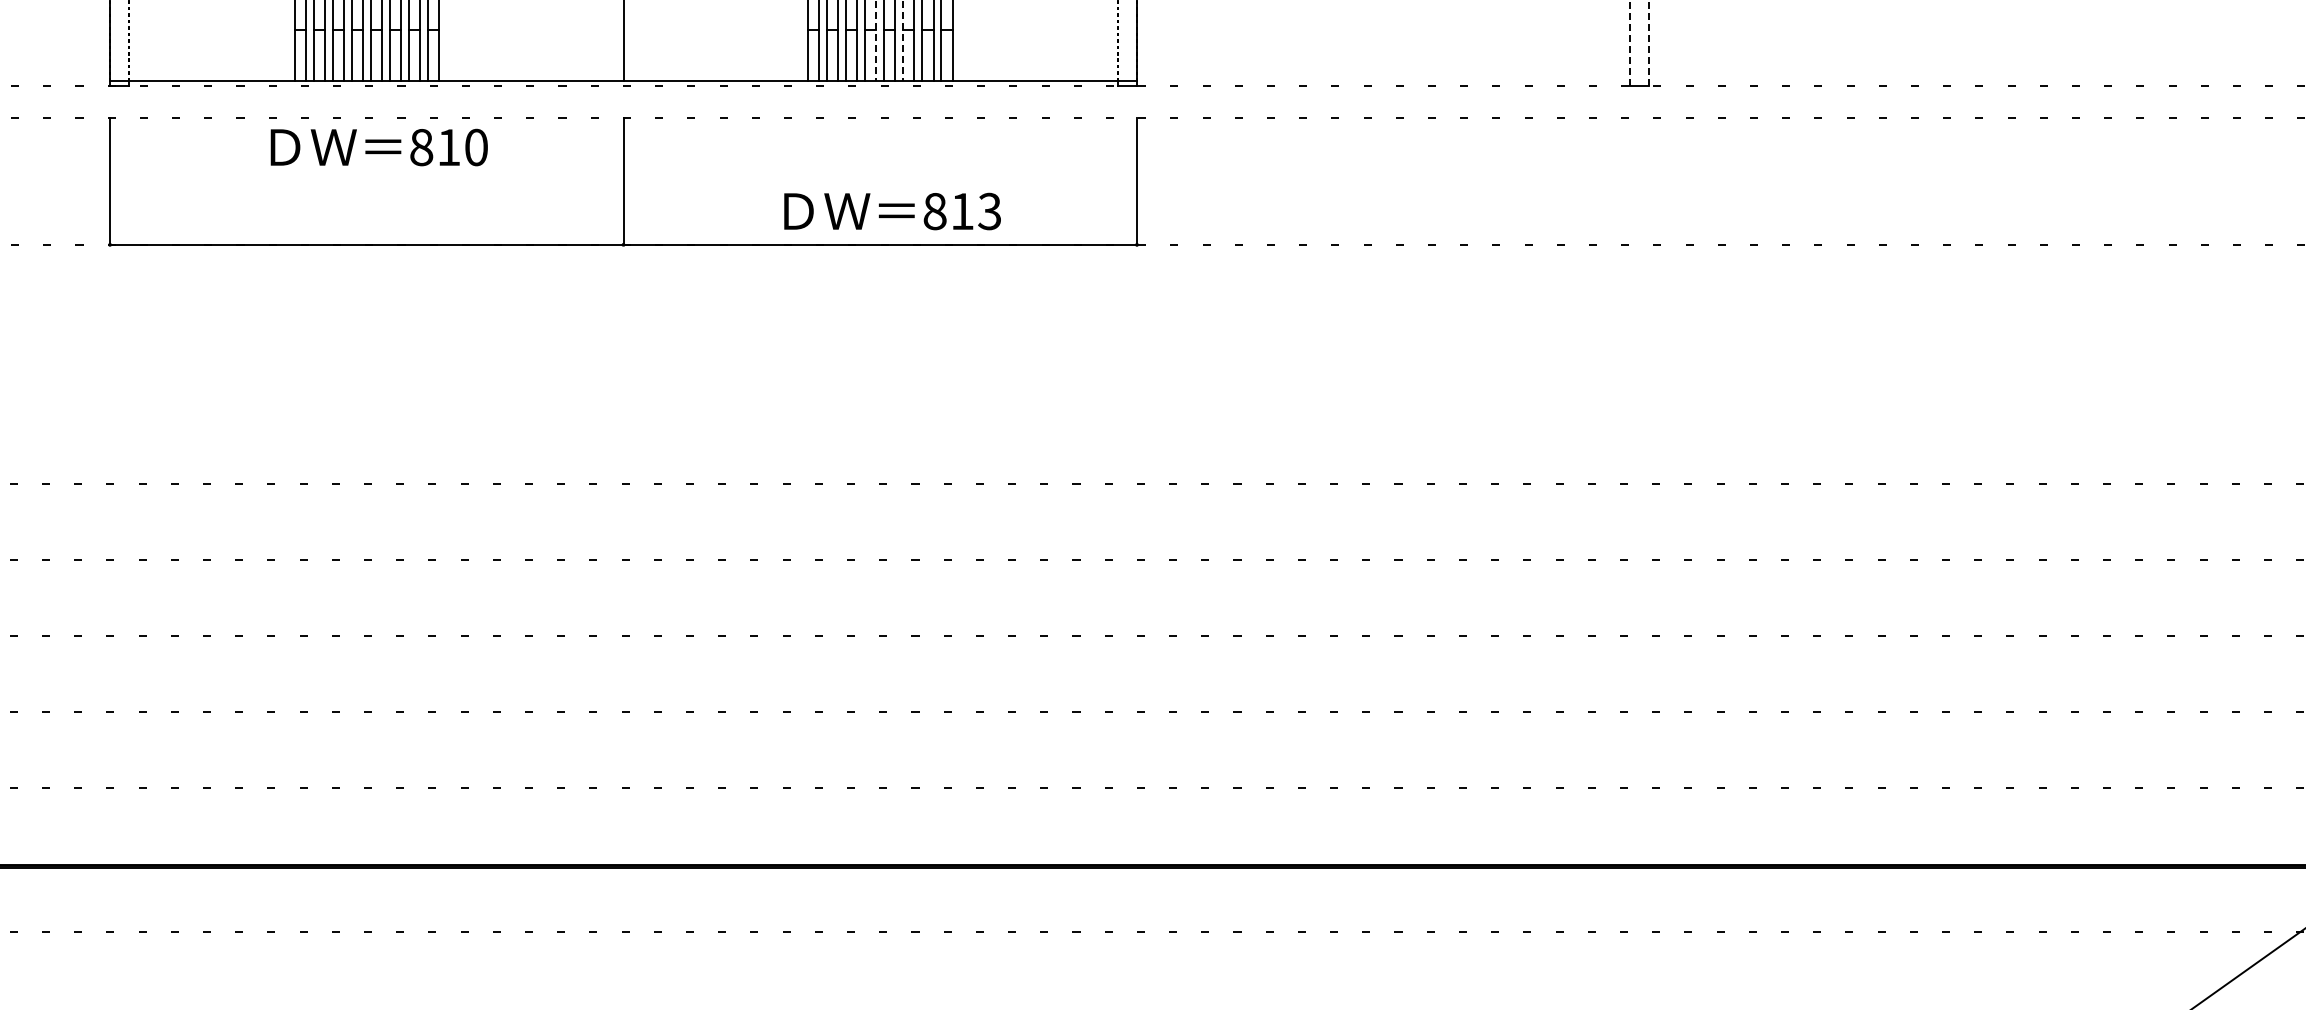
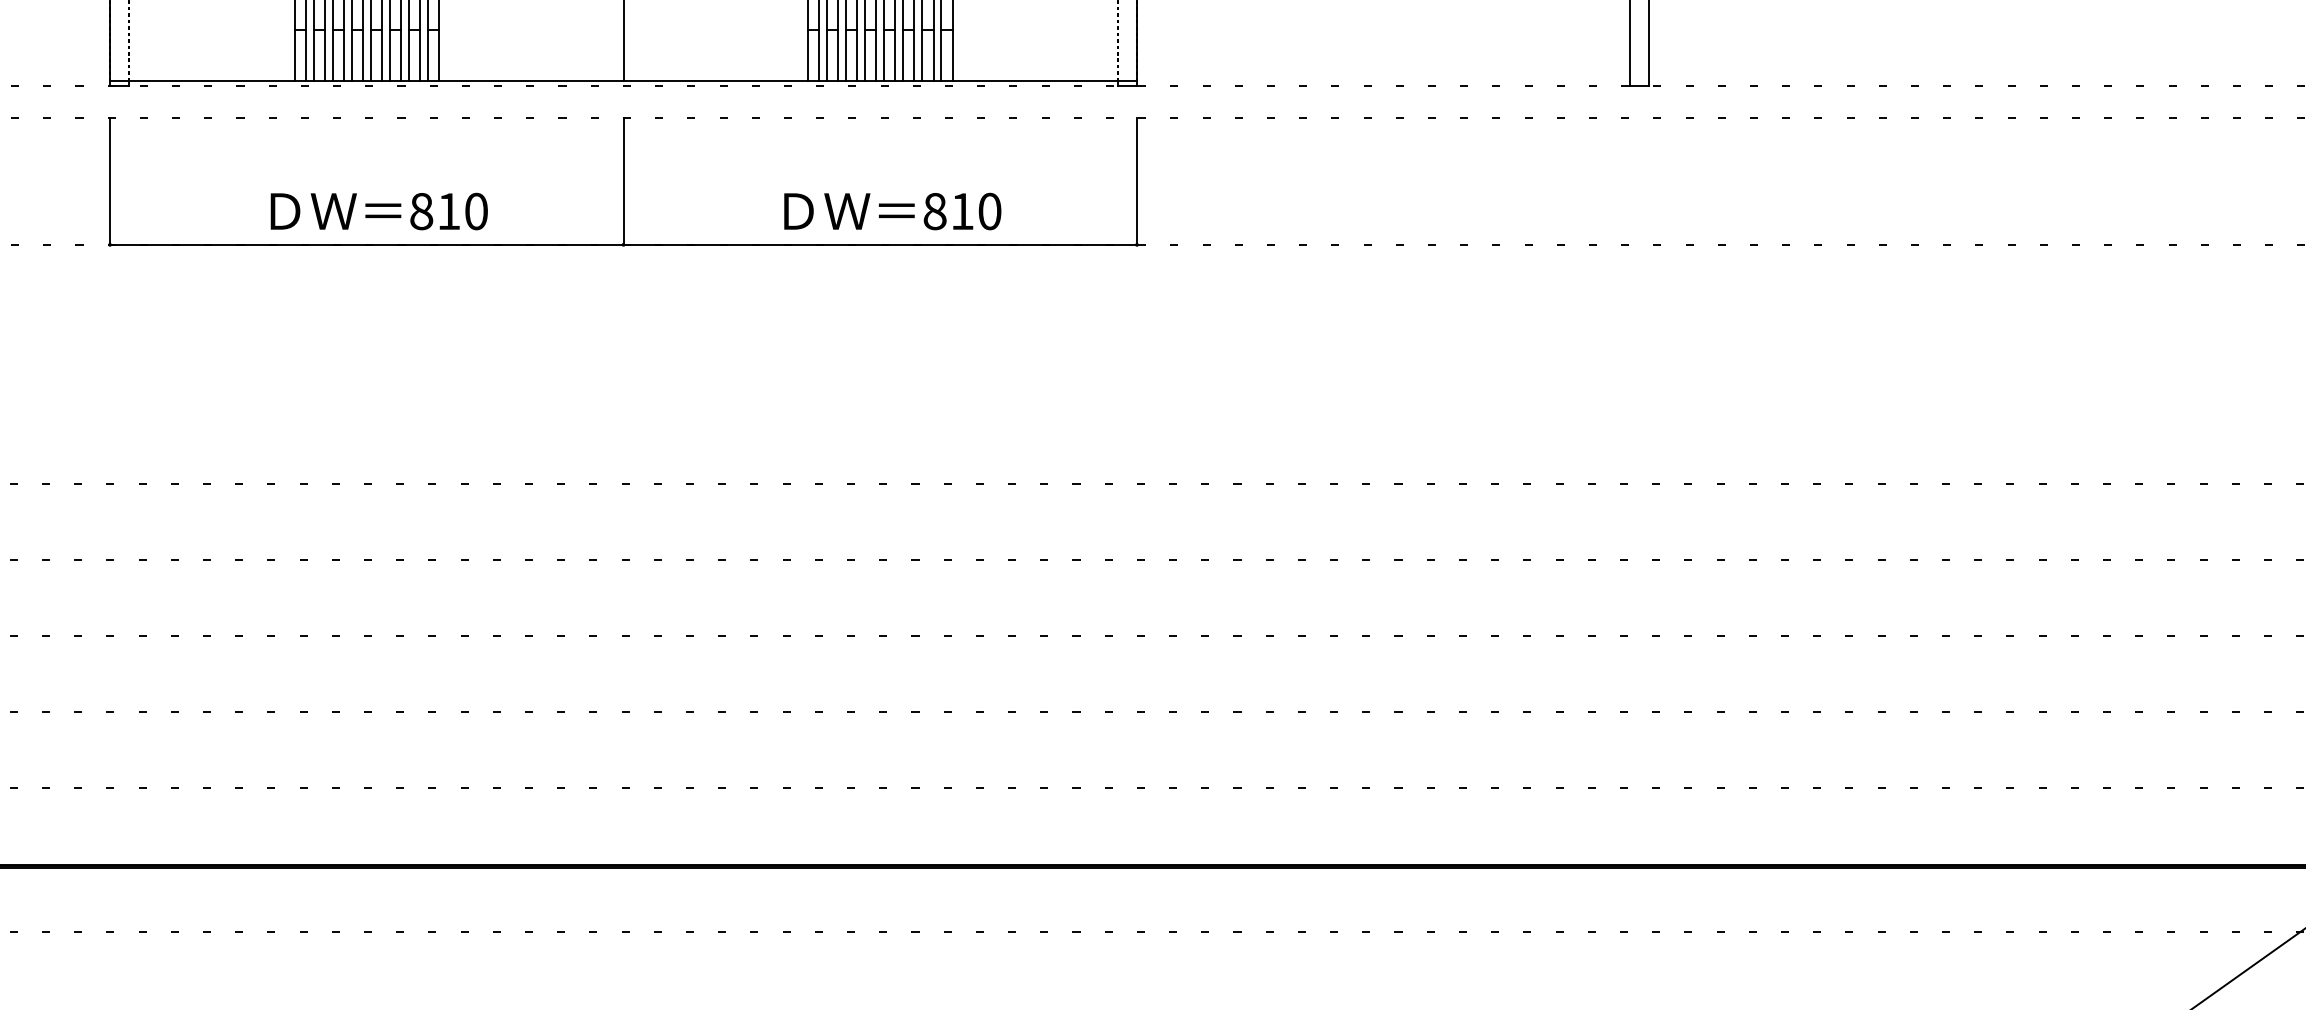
line at (876, 41): dashed -> solid
line at (903, 41): dashed -> solid
line at (1629, 43): dashed -> solid
line at (1648, 43): dashed -> solid
text at (378, 147) position: (378, 147) -> (378, 211)
text at (989, 211): 813 -> 810
